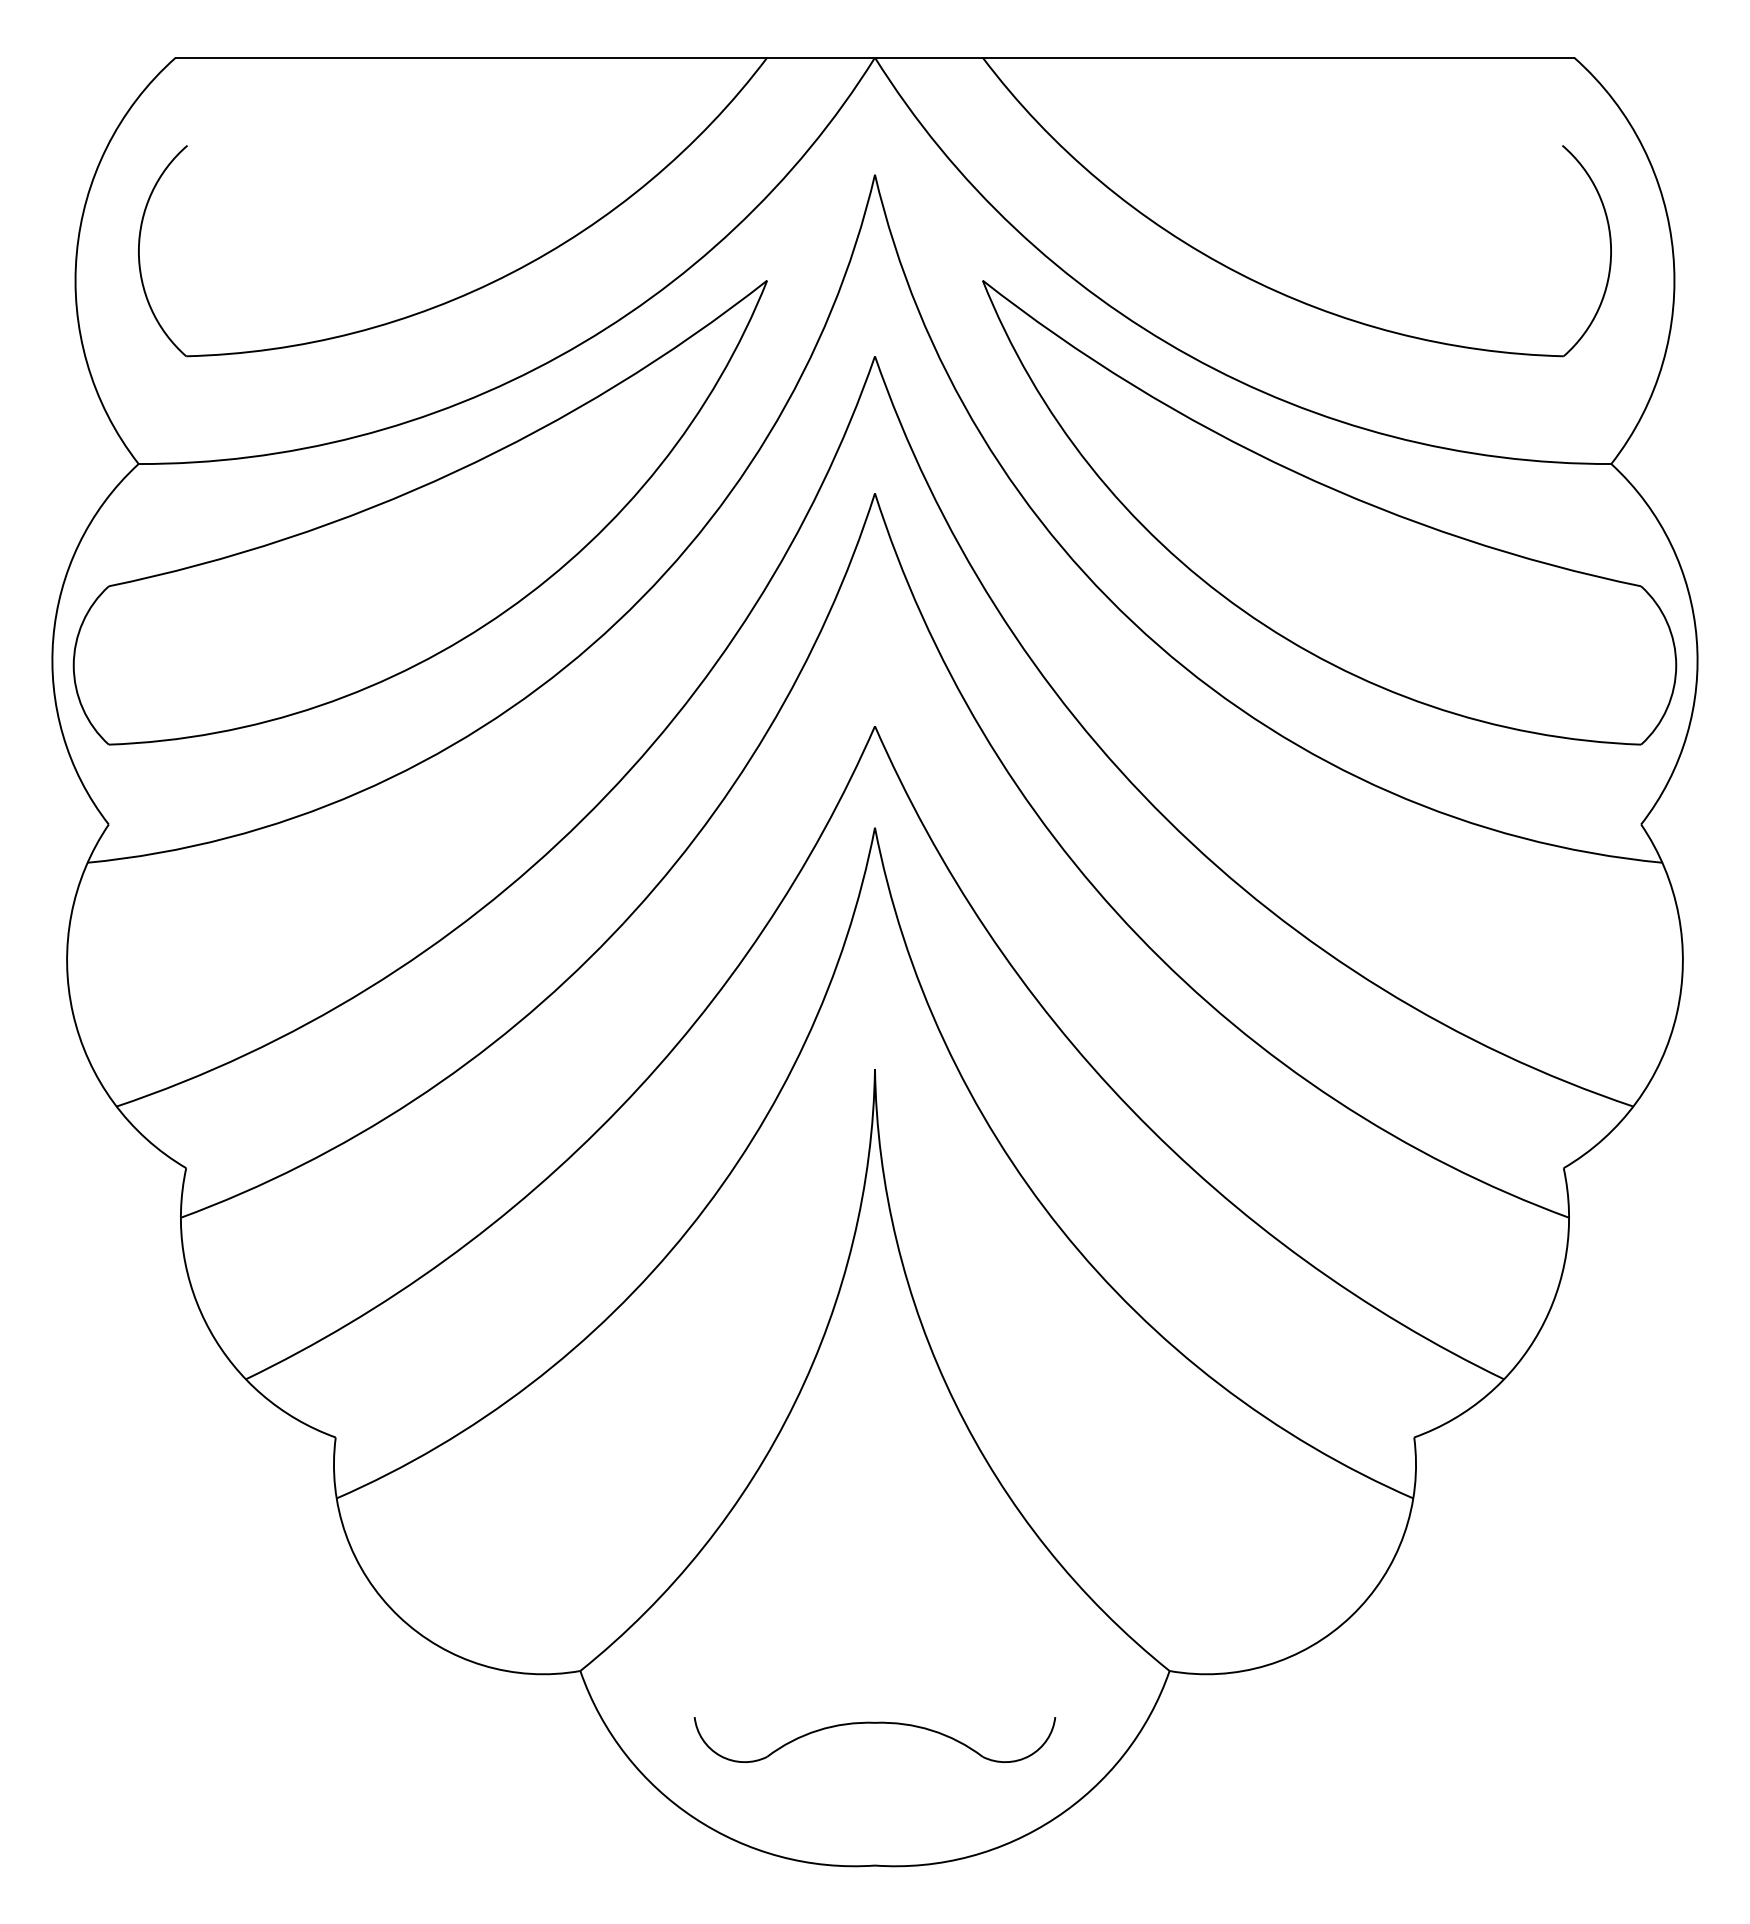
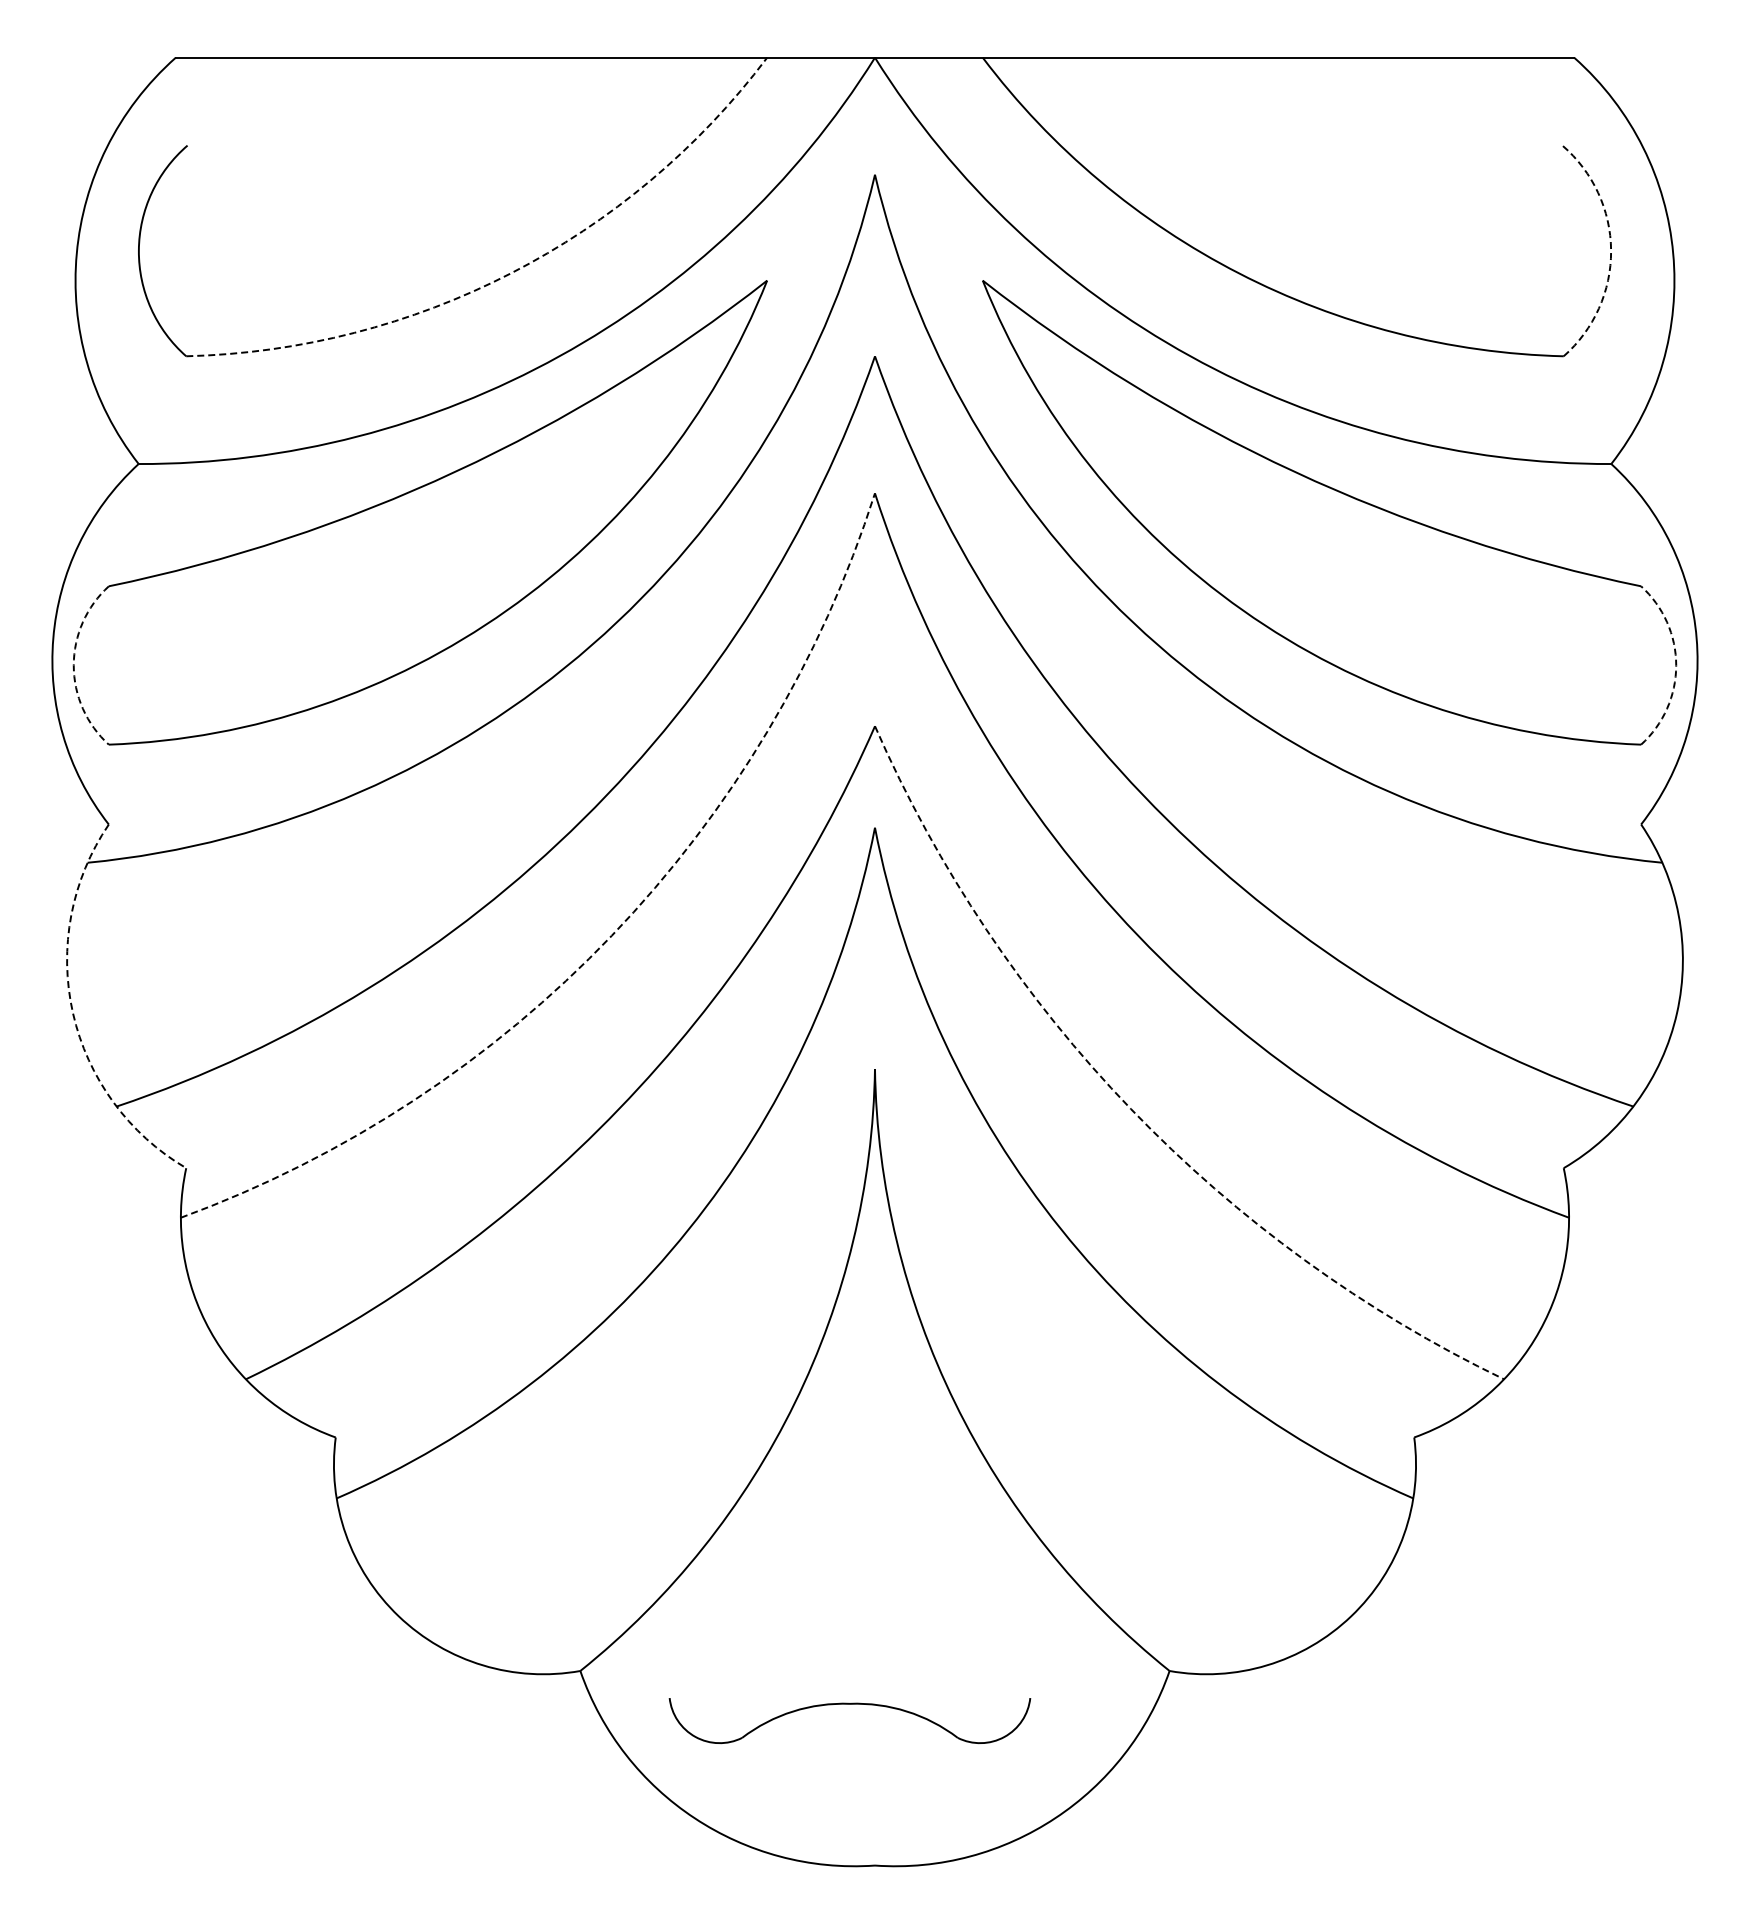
arc at (1611, 250): solid -> dashed
arc at (510, 273): solid -> dashed
arc at (73, 665): solid -> dashed
arc at (1676, 665): solid -> dashed
arc at (611, 935): solid -> dashed
arc at (72, 1013): solid -> dashed
arc at (1131, 1109): solid -> dashed
part at (874, 1723) position: (874, 1723) -> (849, 1704)
